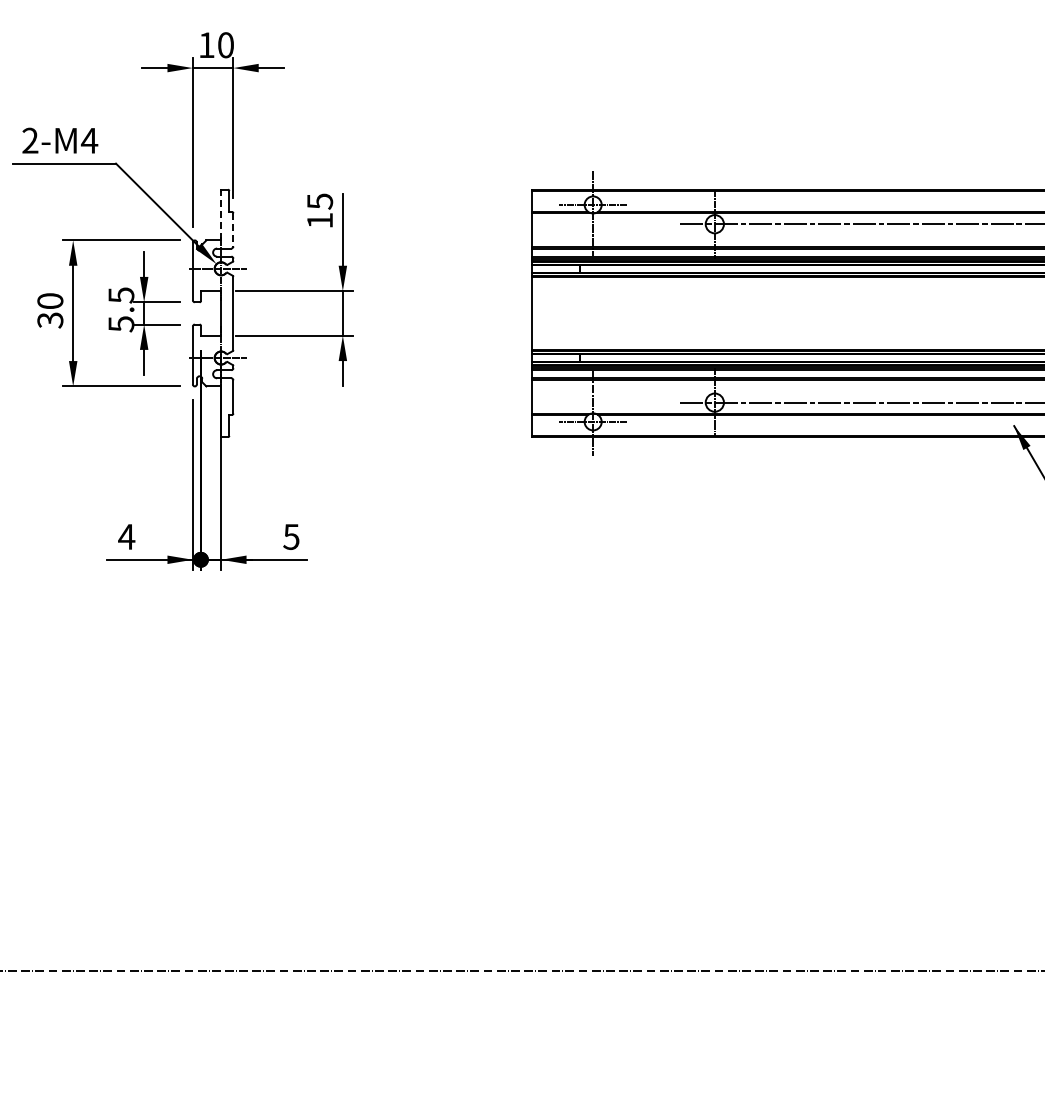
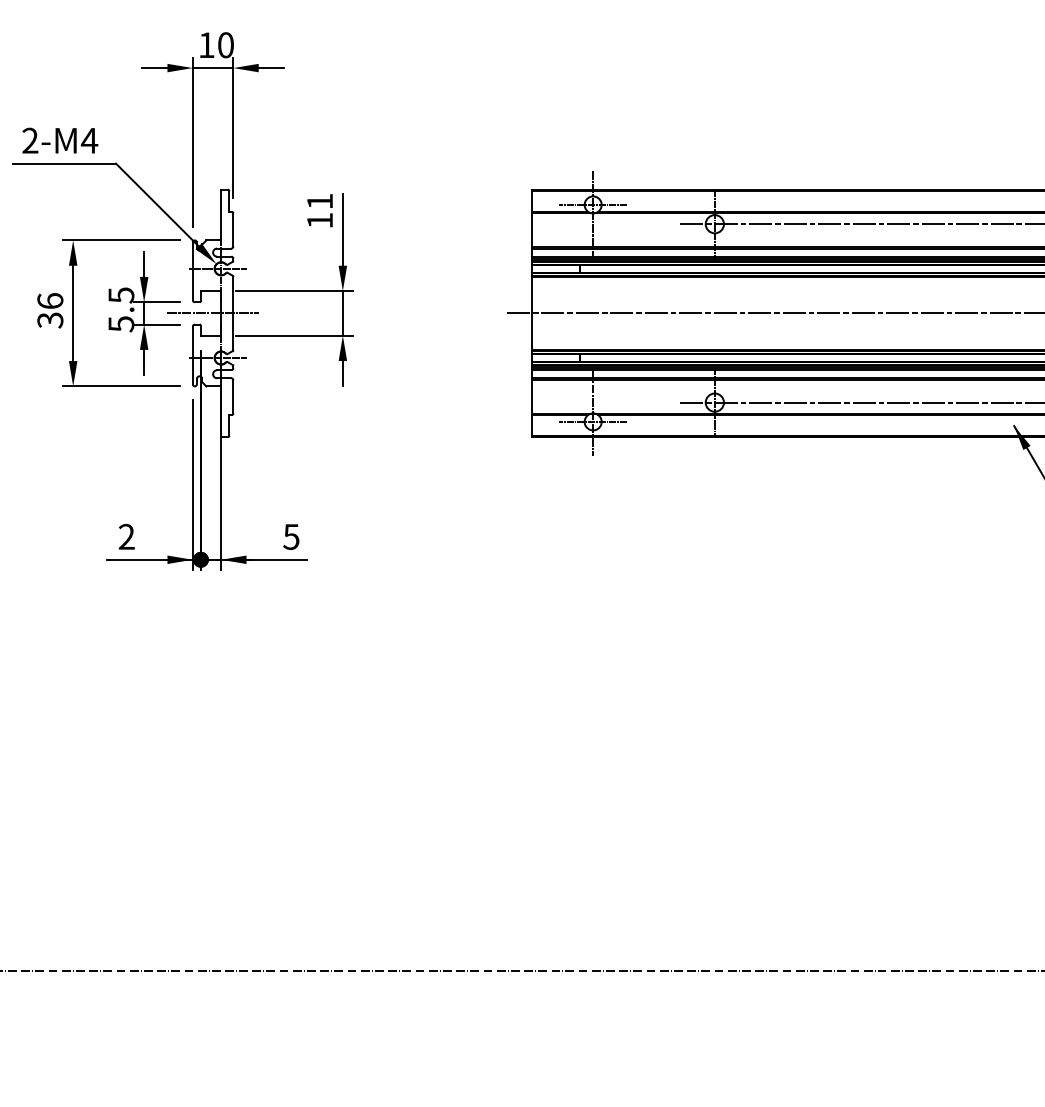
text at (320, 201): 15 -> 11
line at (221, 215): dashed -> solid
line at (233, 229): dashed -> solid
text at (50, 300): 30 -> 36
line at (212, 313): none -> present
line at (774, 313): none -> present
text at (126, 536): 4 -> 2
